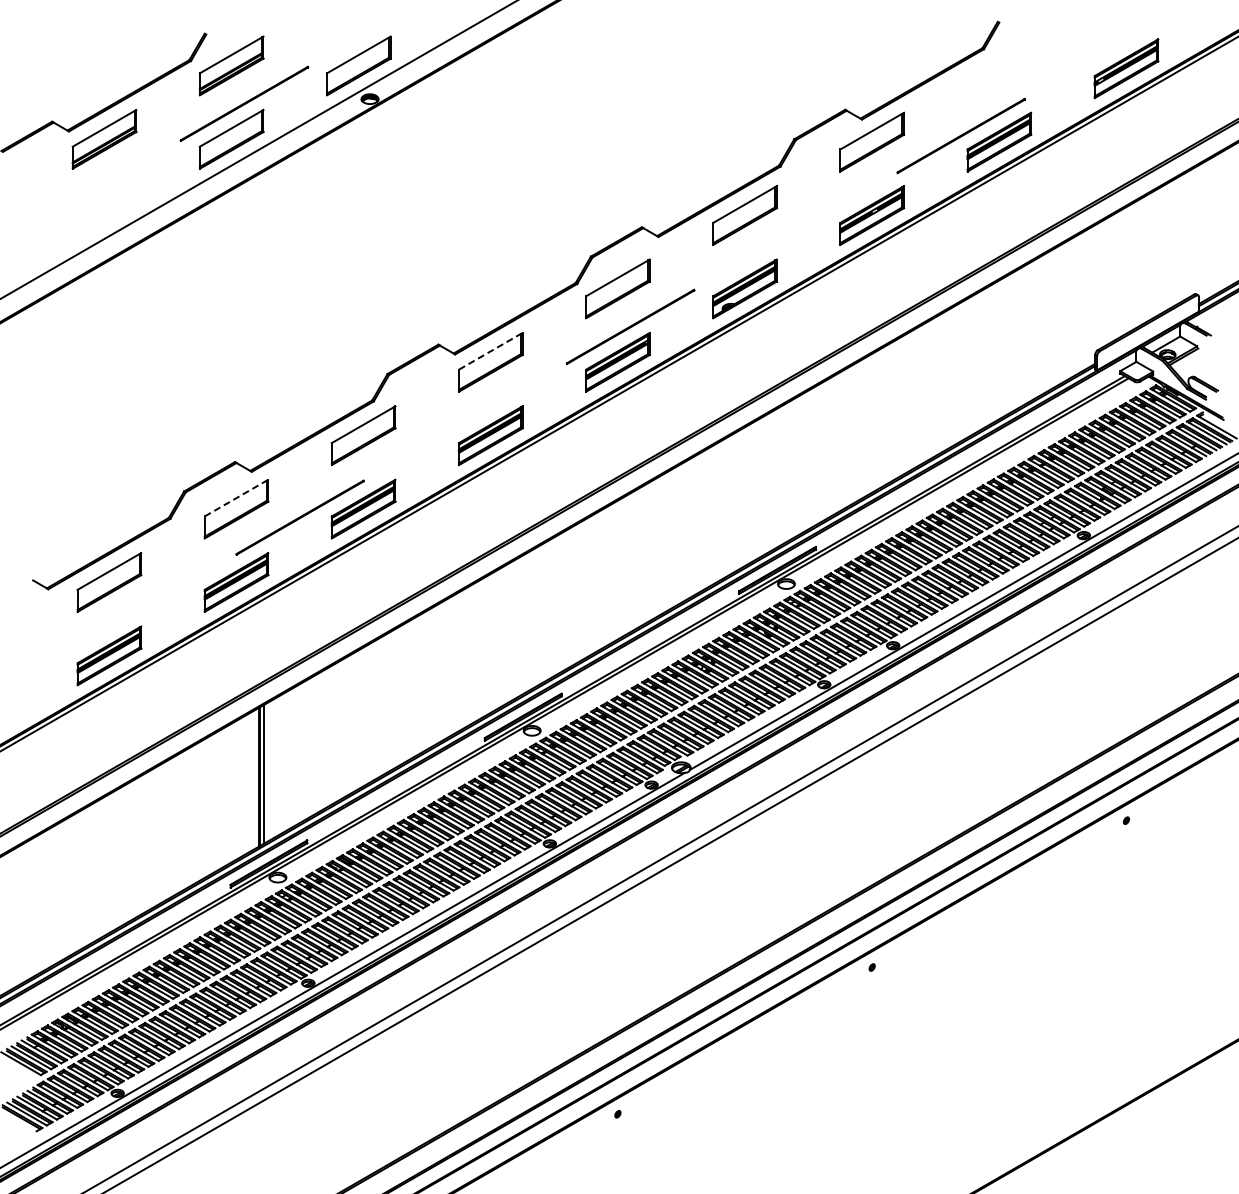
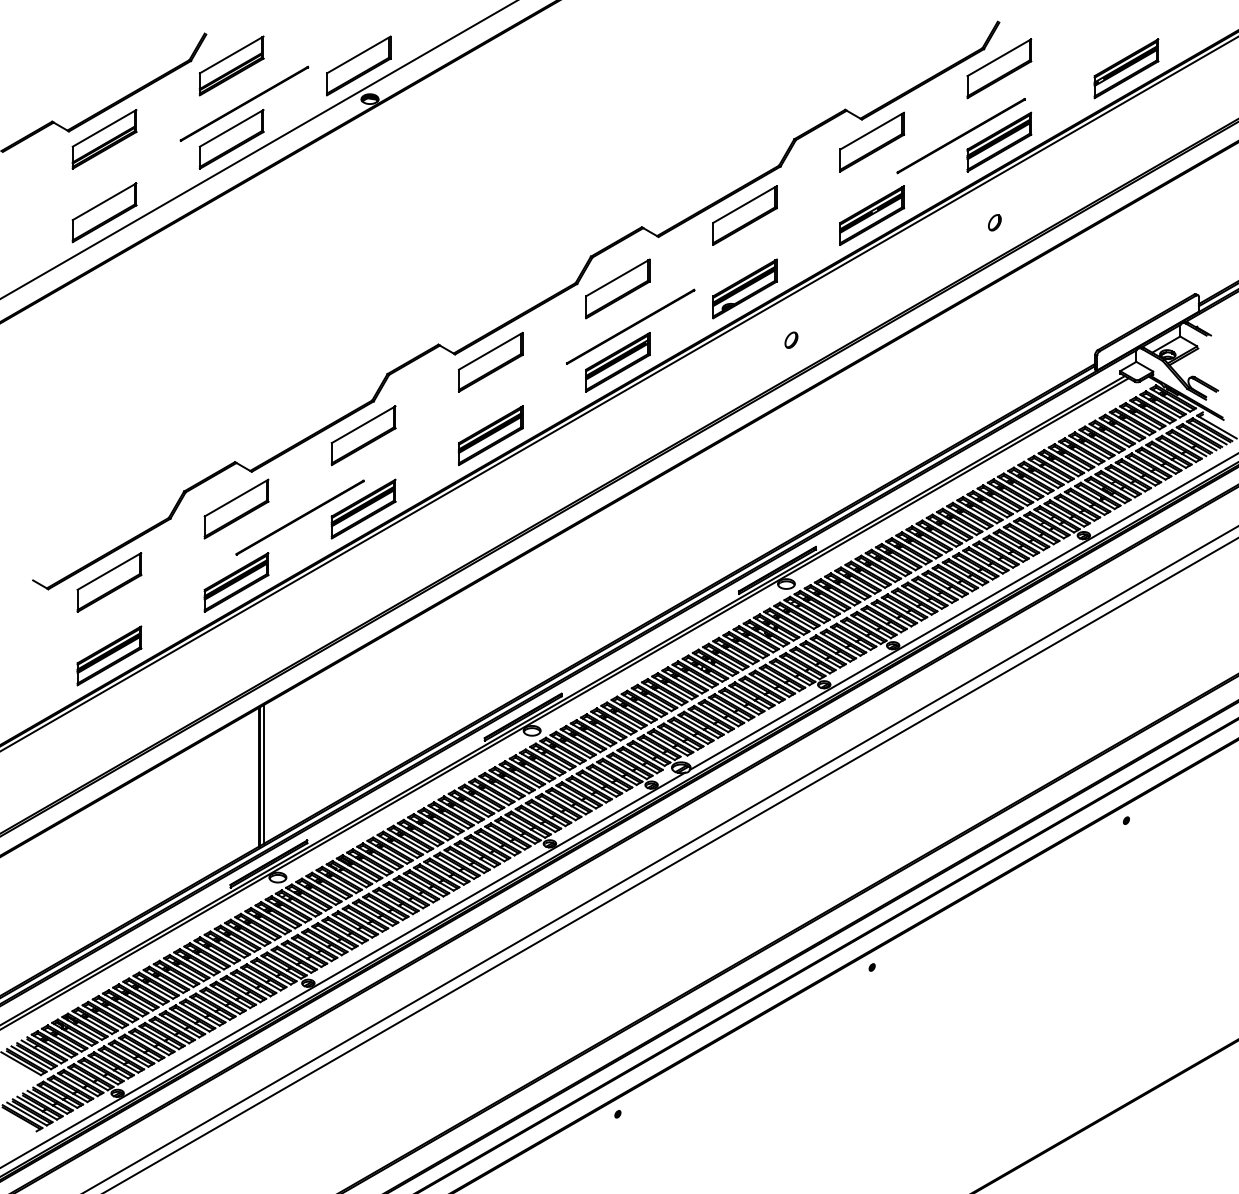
part at (999, 68): none -> present
part at (104, 212): none -> present
part at (994, 222): none -> present
part at (791, 339): none -> present
line at (490, 351): dashed -> solid
line at (236, 498): dashed -> solid
